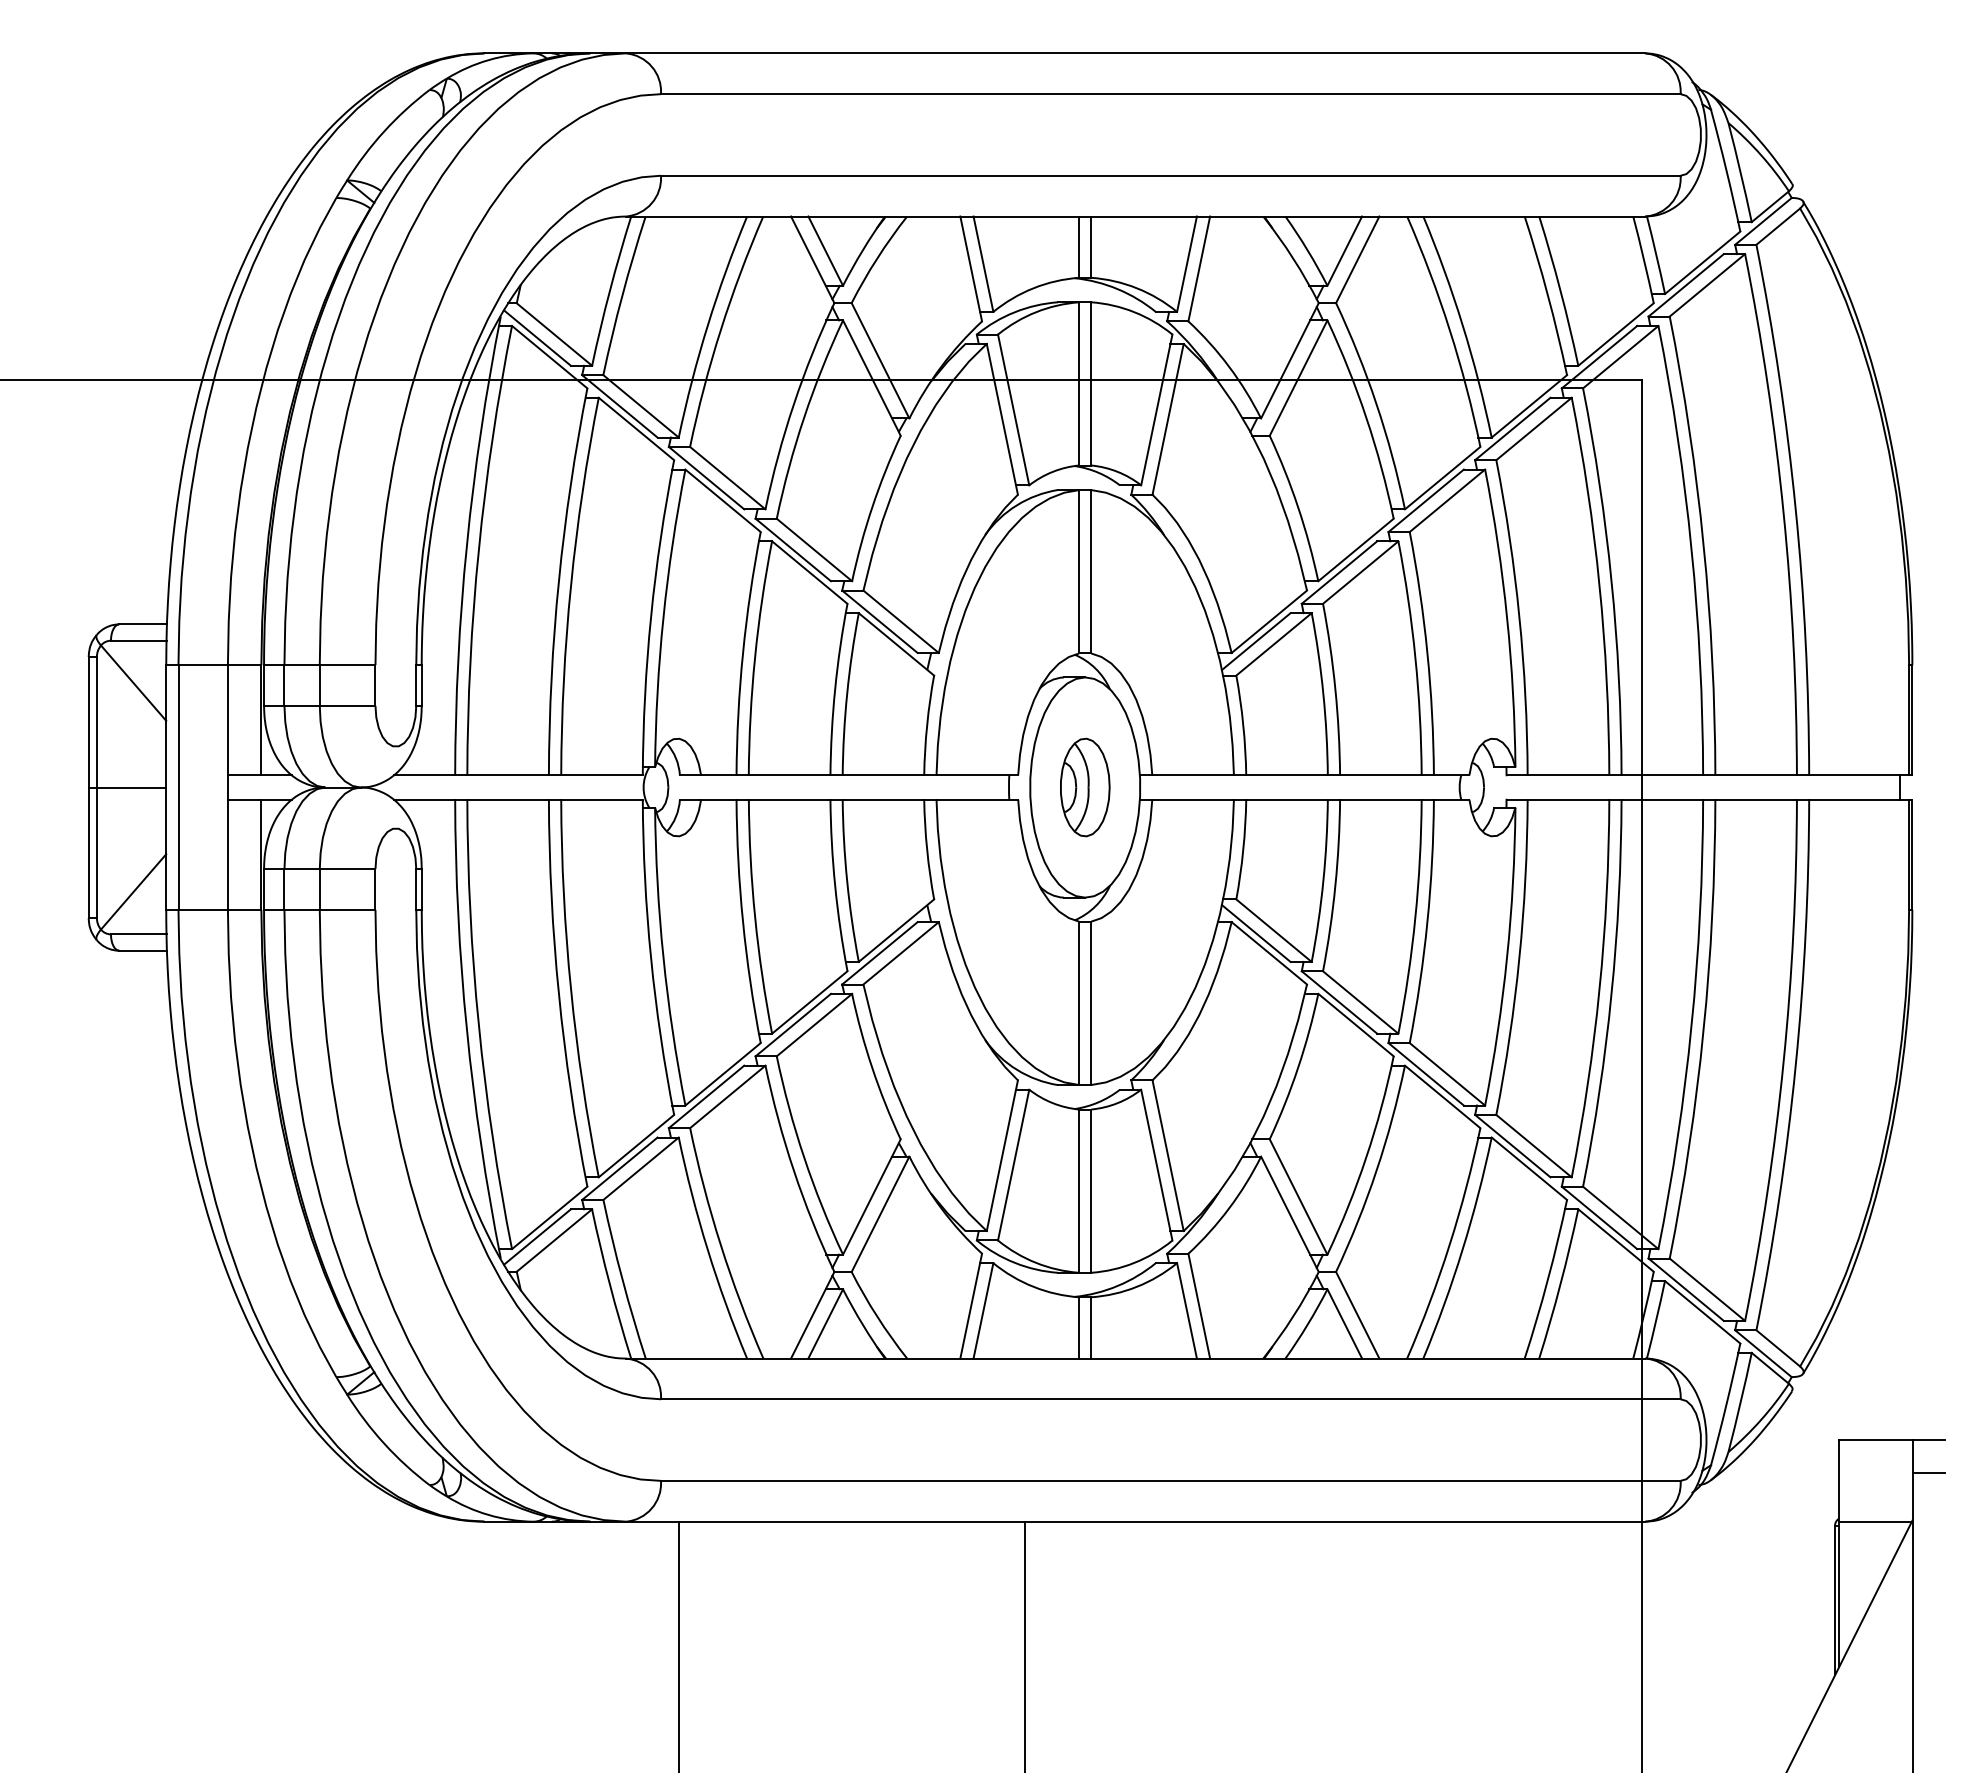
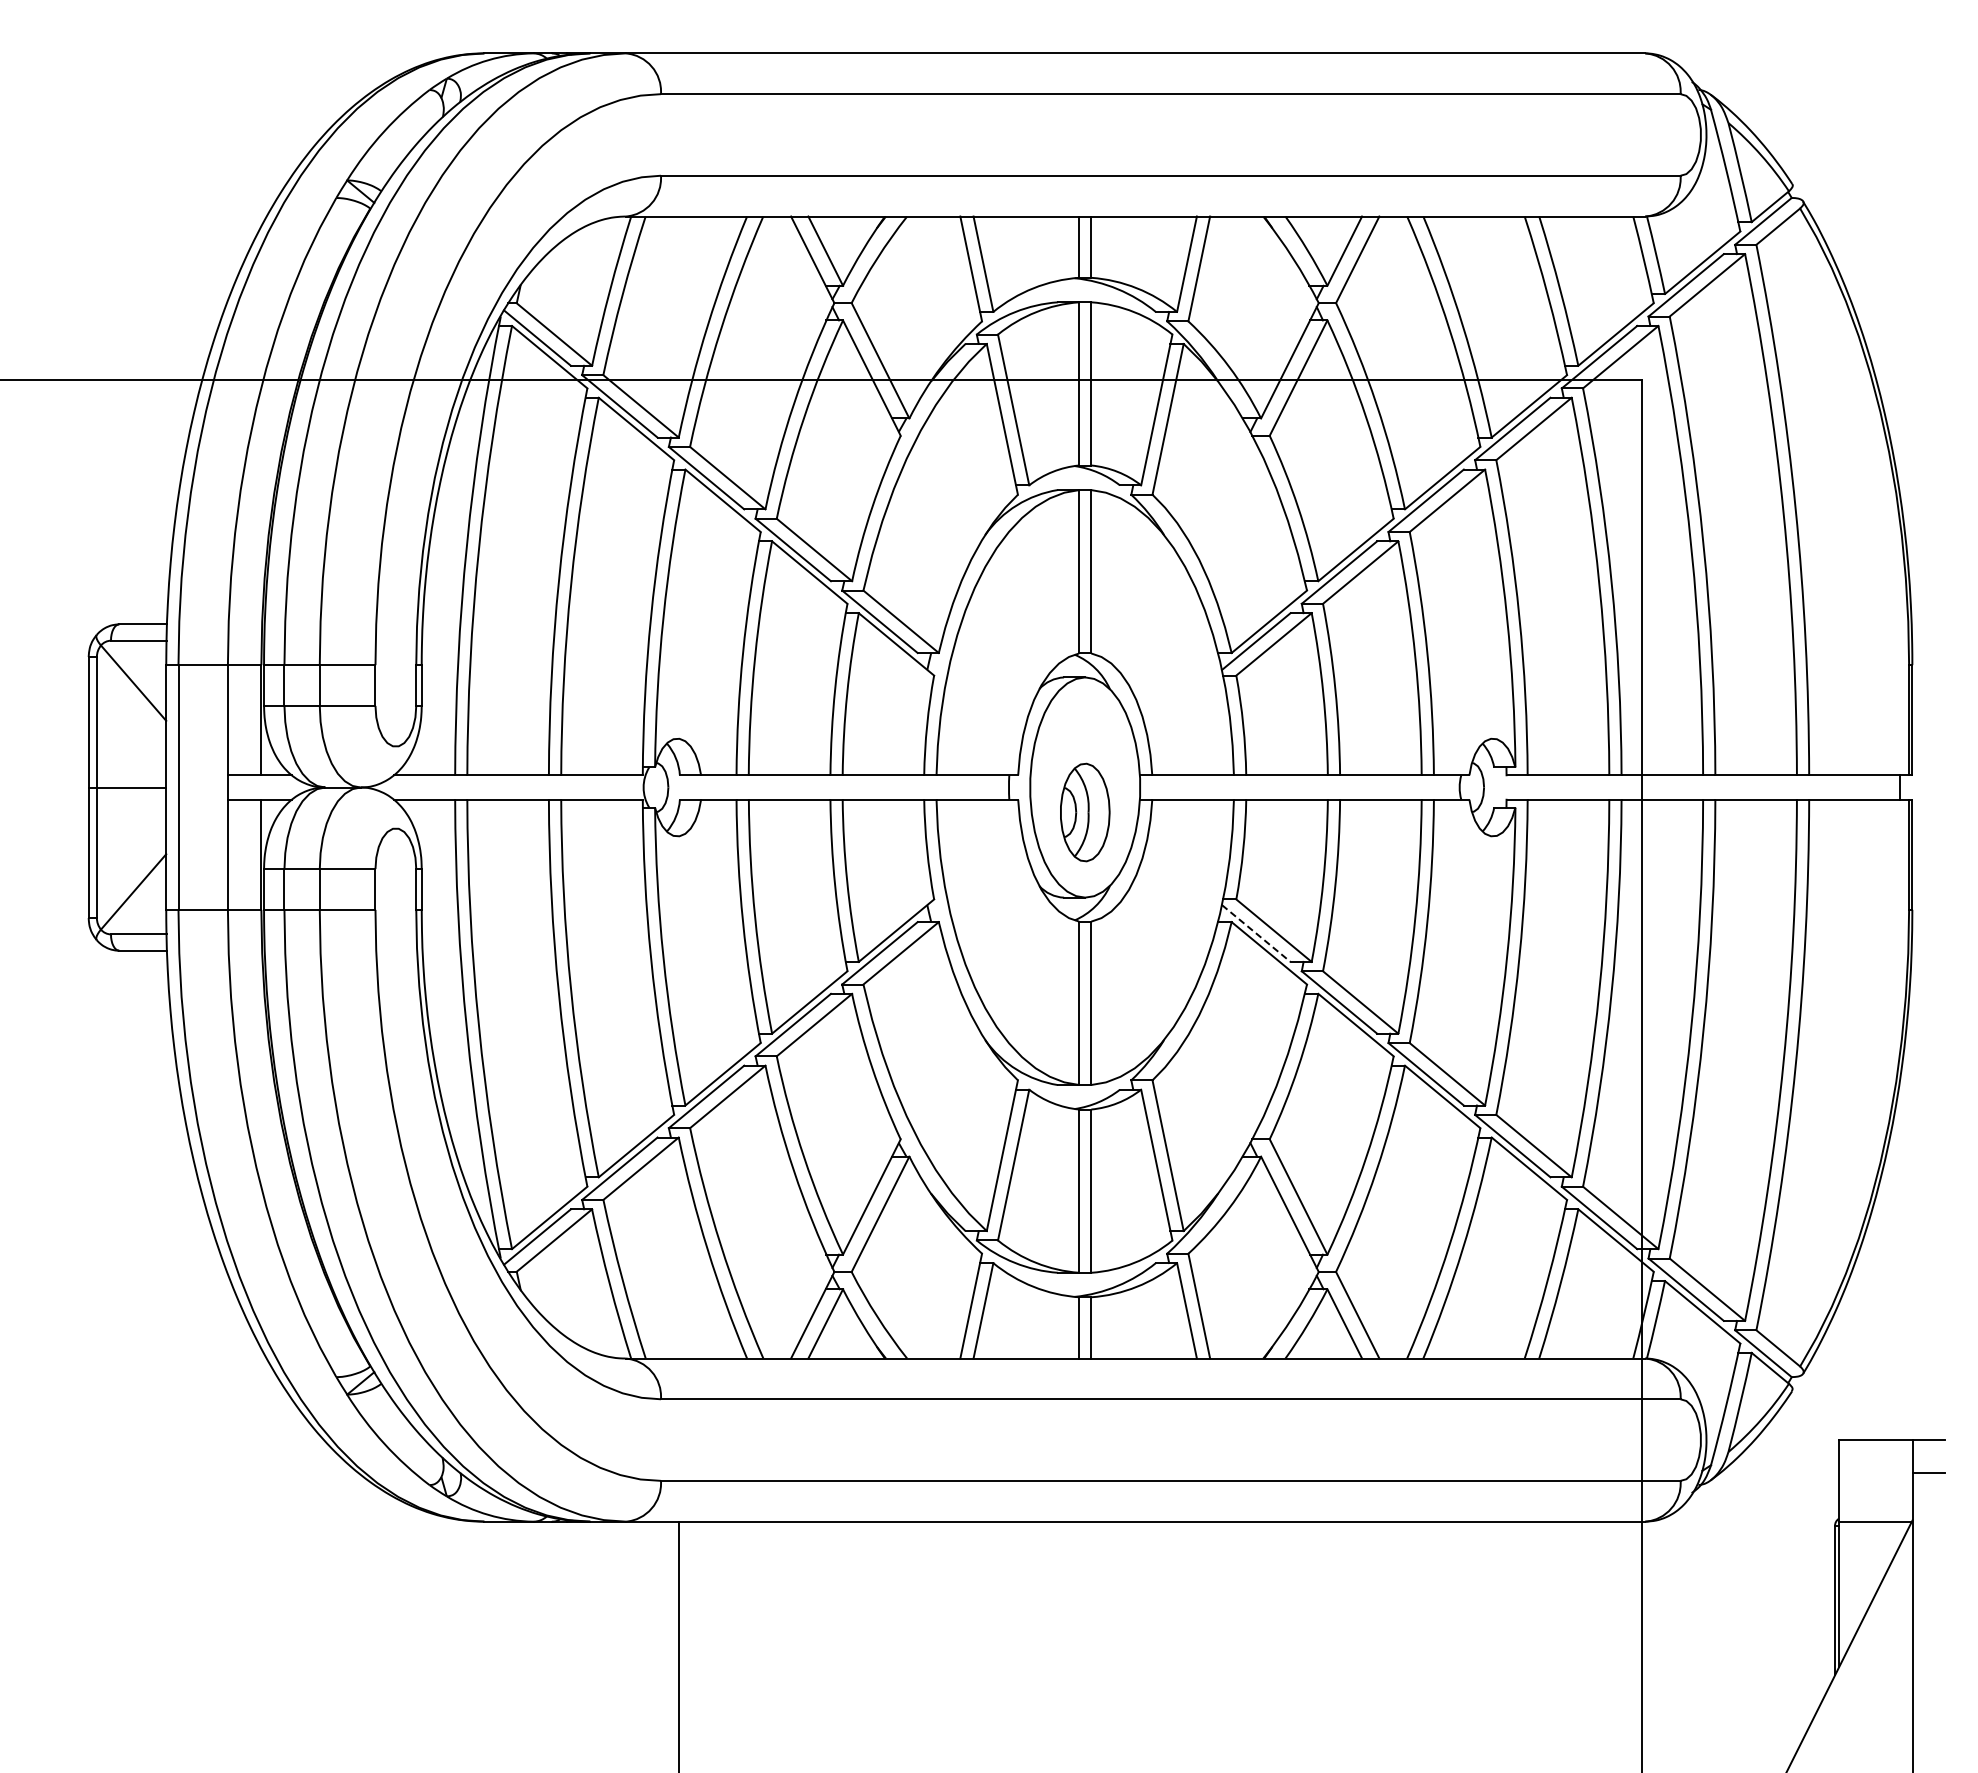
part at (1085, 787) position: (1085, 787) -> (1085, 812)
line at (1256, 933): solid -> dashed
line at (1025, 1645): present -> none
